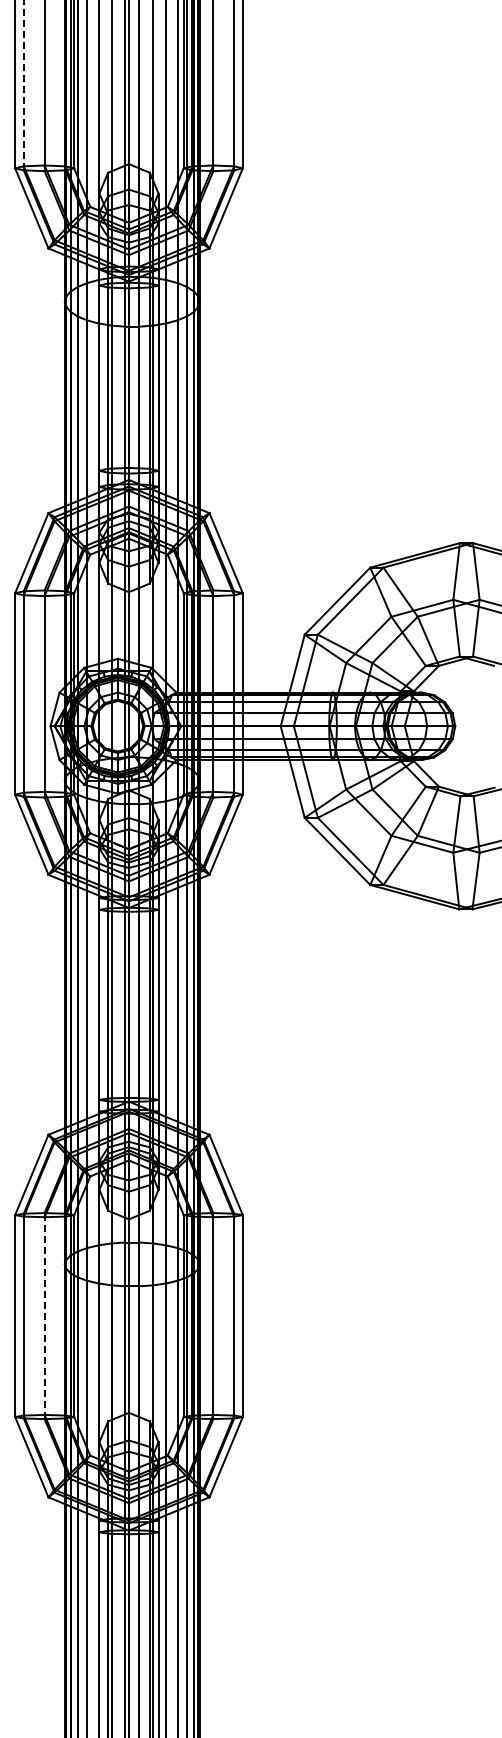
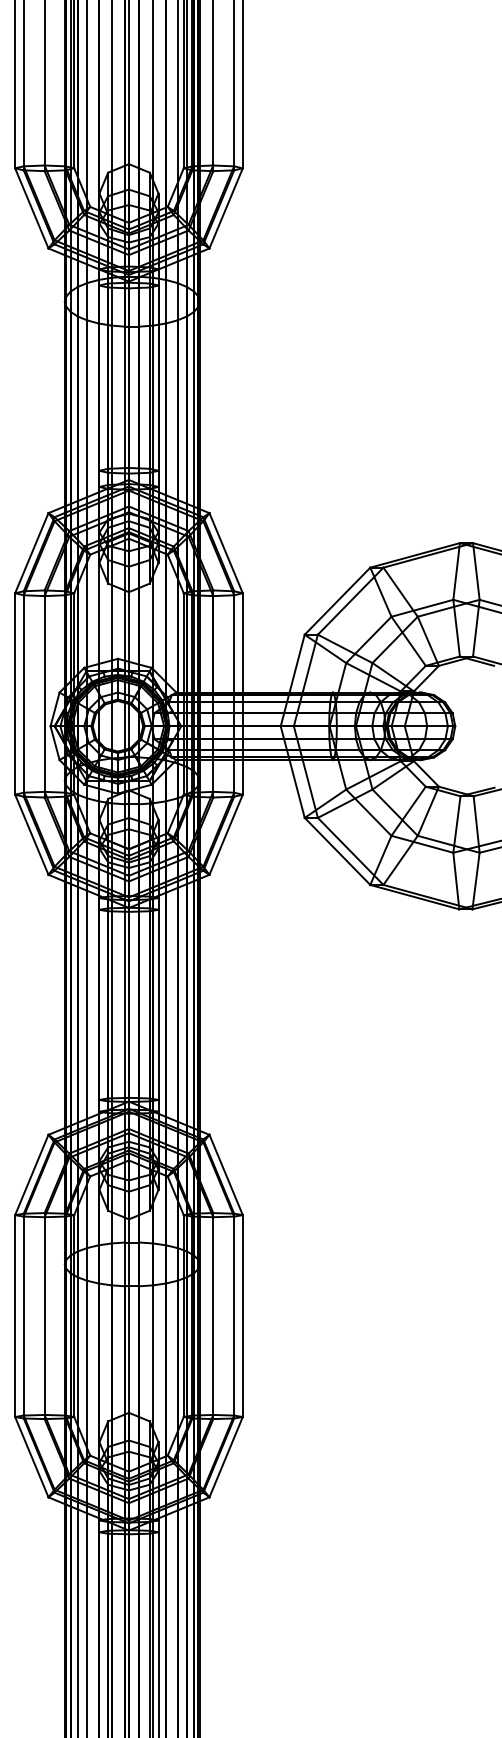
line at (23, 85): dashed -> solid
line at (44, 1316): dashed -> solid
